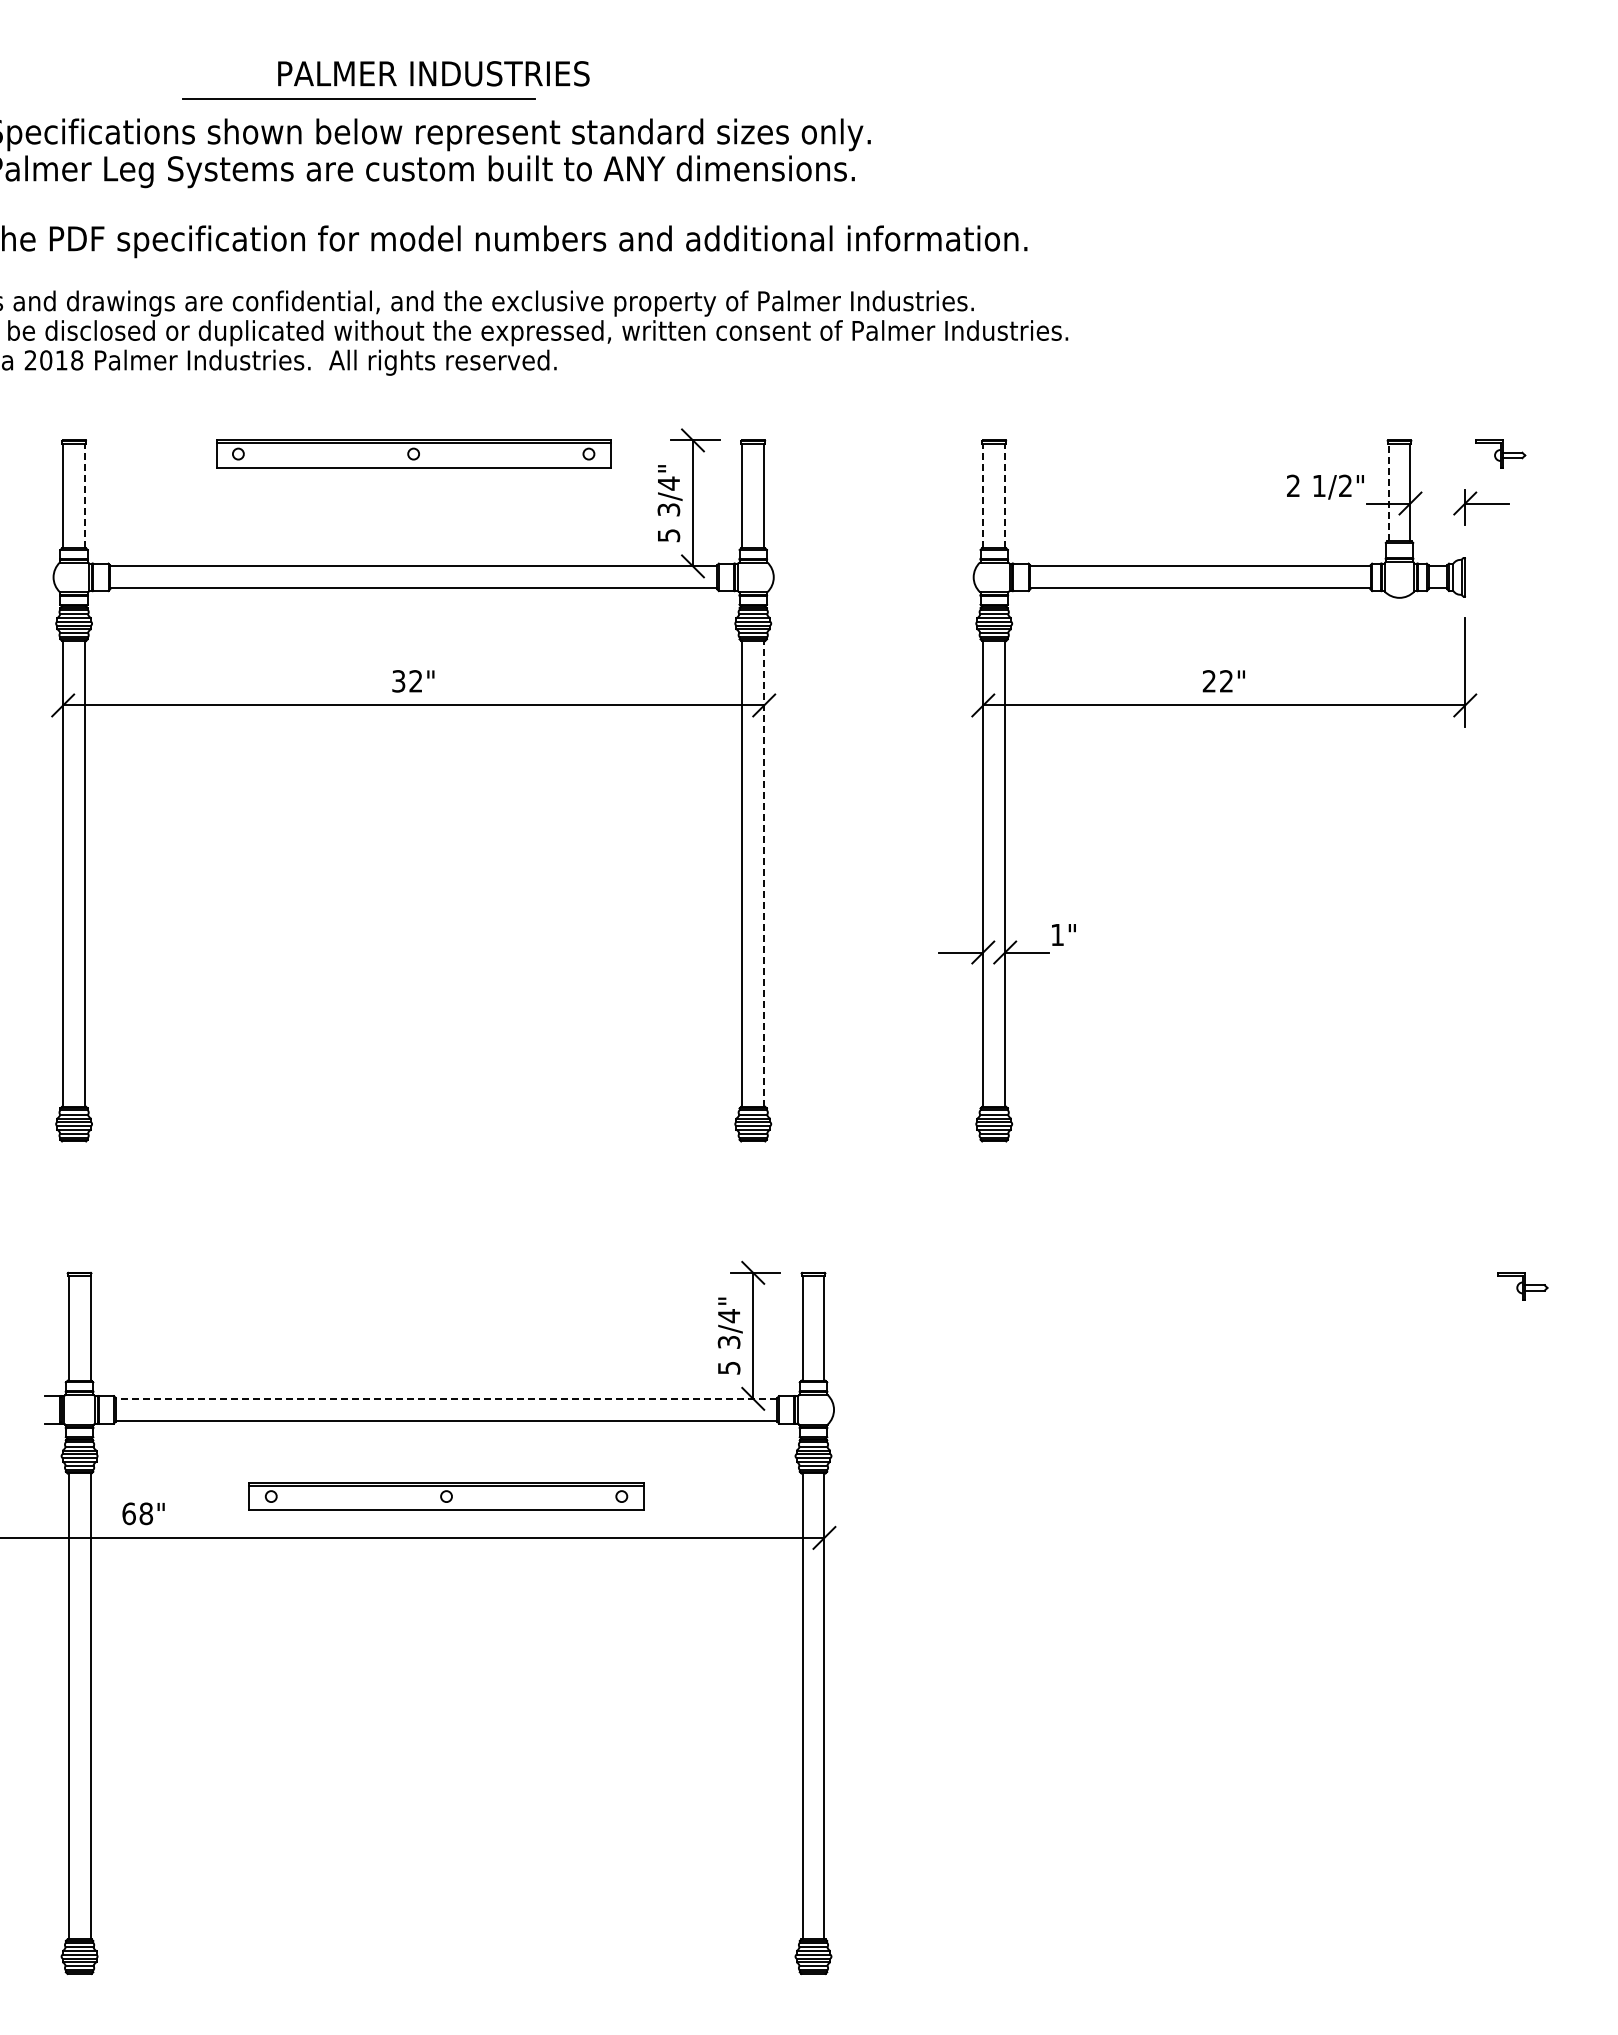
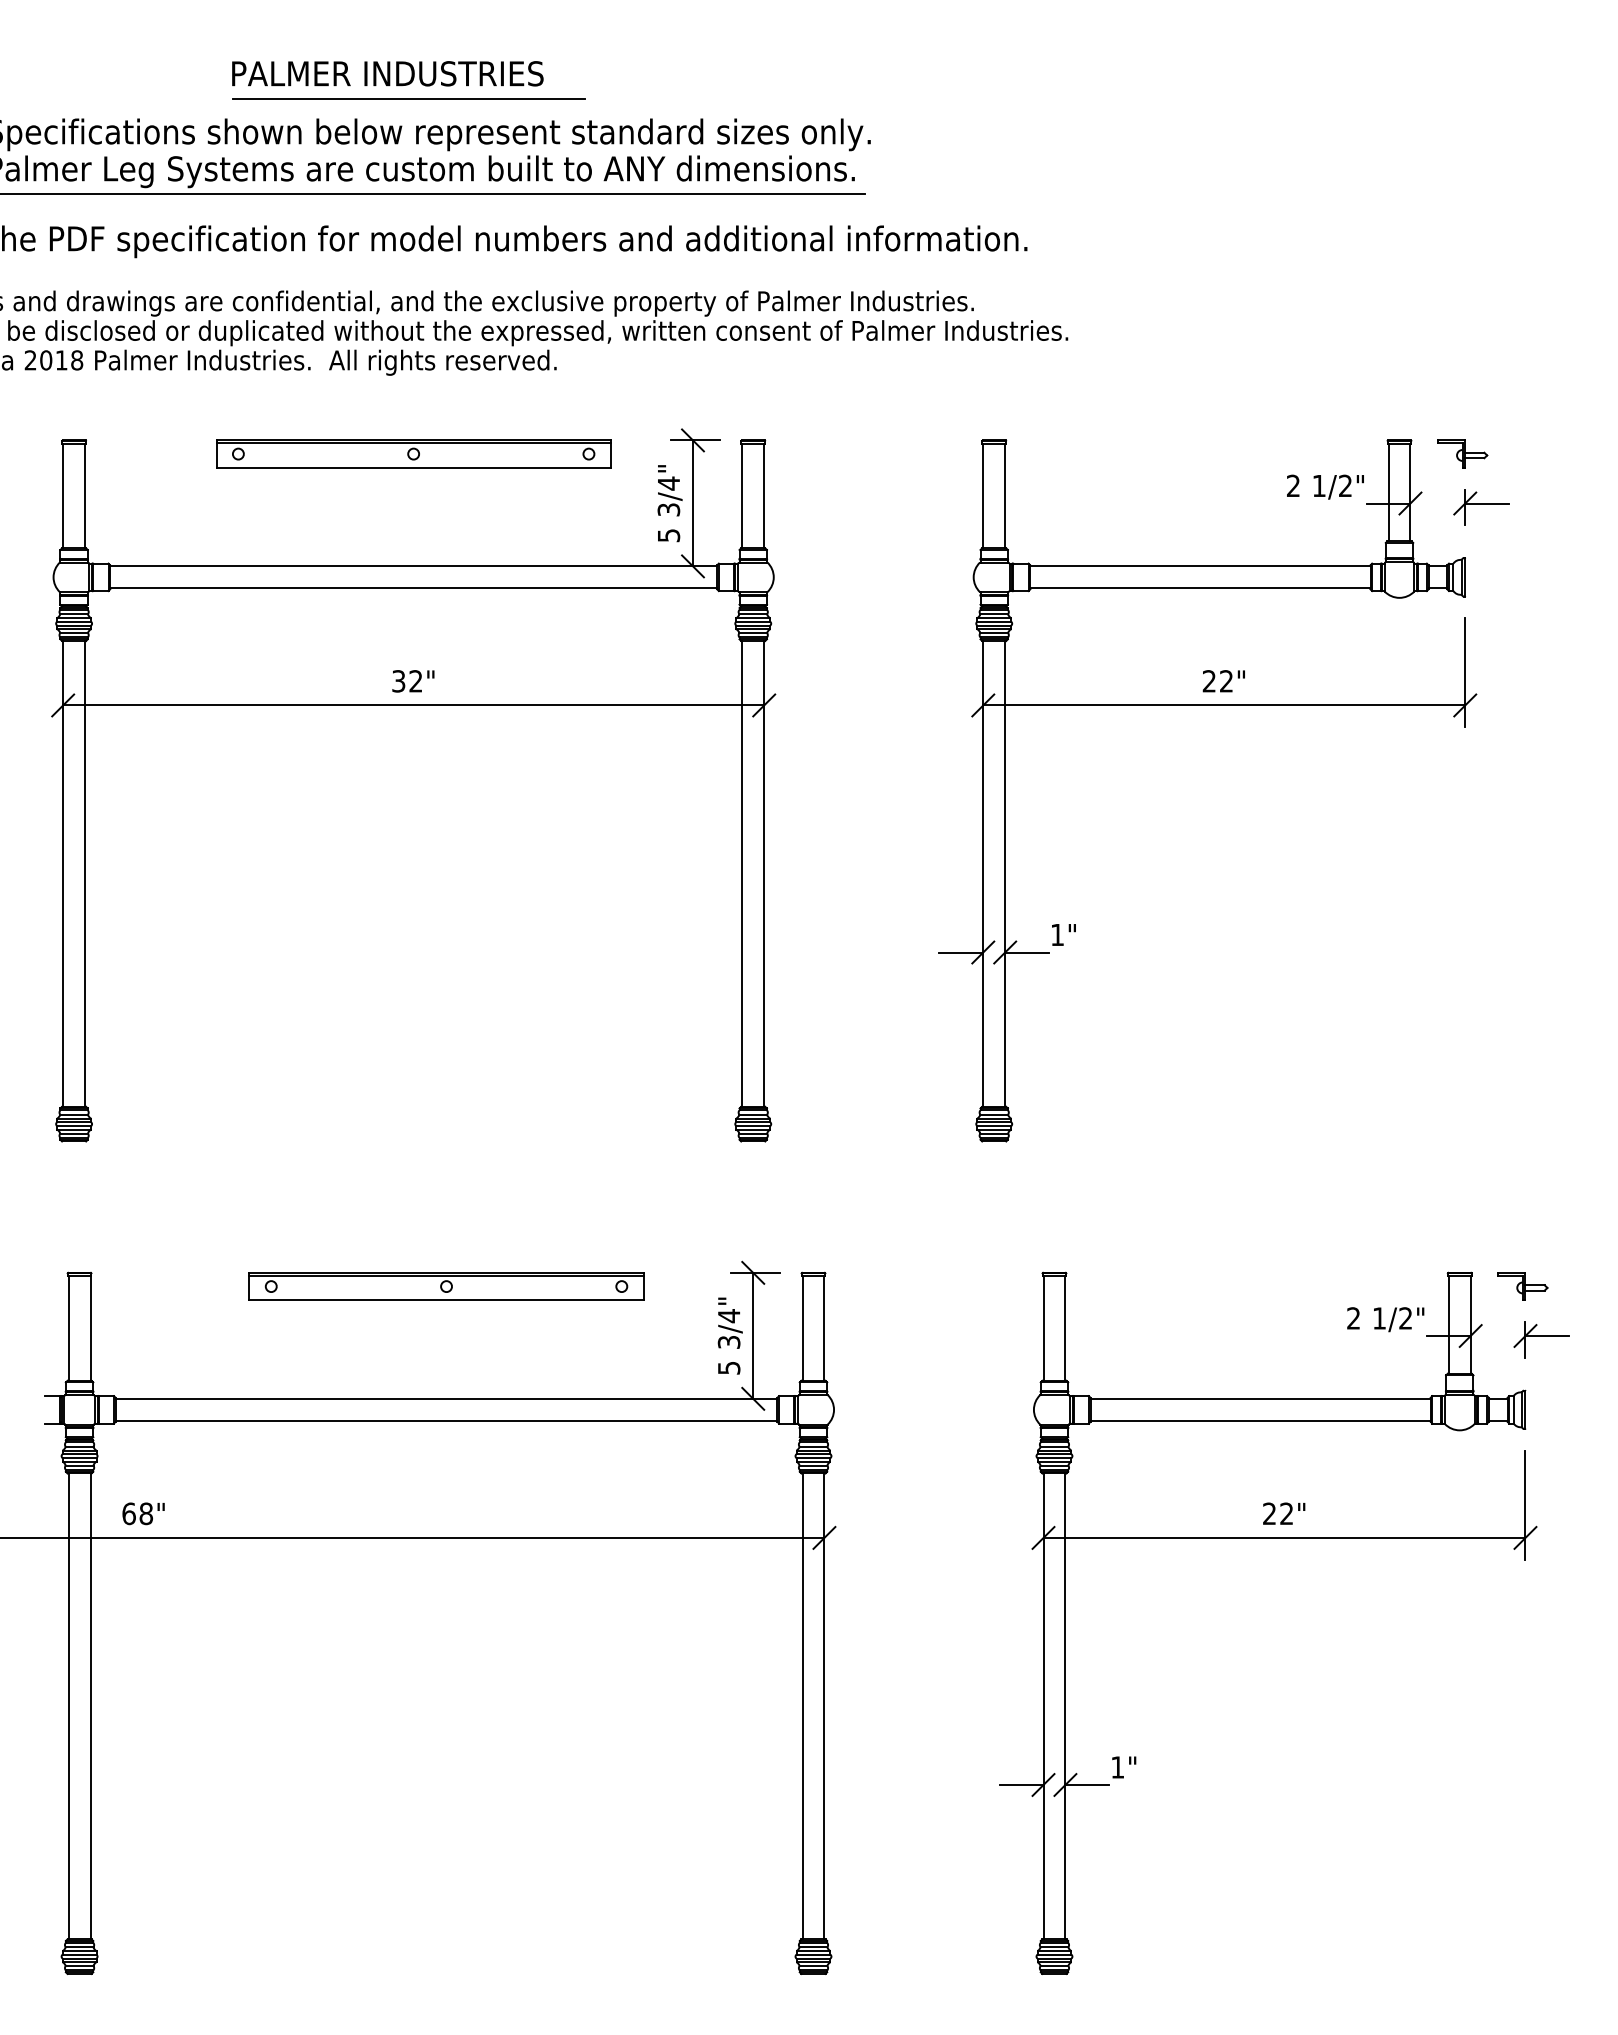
text at (433, 73) position: (433, 73) -> (387, 73)
line at (358, 98) position: (358, 98) -> (408, 98)
line at (433, 194): none -> present
part at (1500, 453) position: (1500, 453) -> (1462, 453)
line at (1388, 492): dashed -> solid
line at (85, 495): dashed -> solid
line at (983, 495): dashed -> solid
line at (1005, 495): dashed -> solid
line at (764, 873): dashed -> solid
line at (446, 1398): dashed -> solid
part at (446, 1496) position: (446, 1496) -> (446, 1286)
part at (1284, 1538): none -> present
